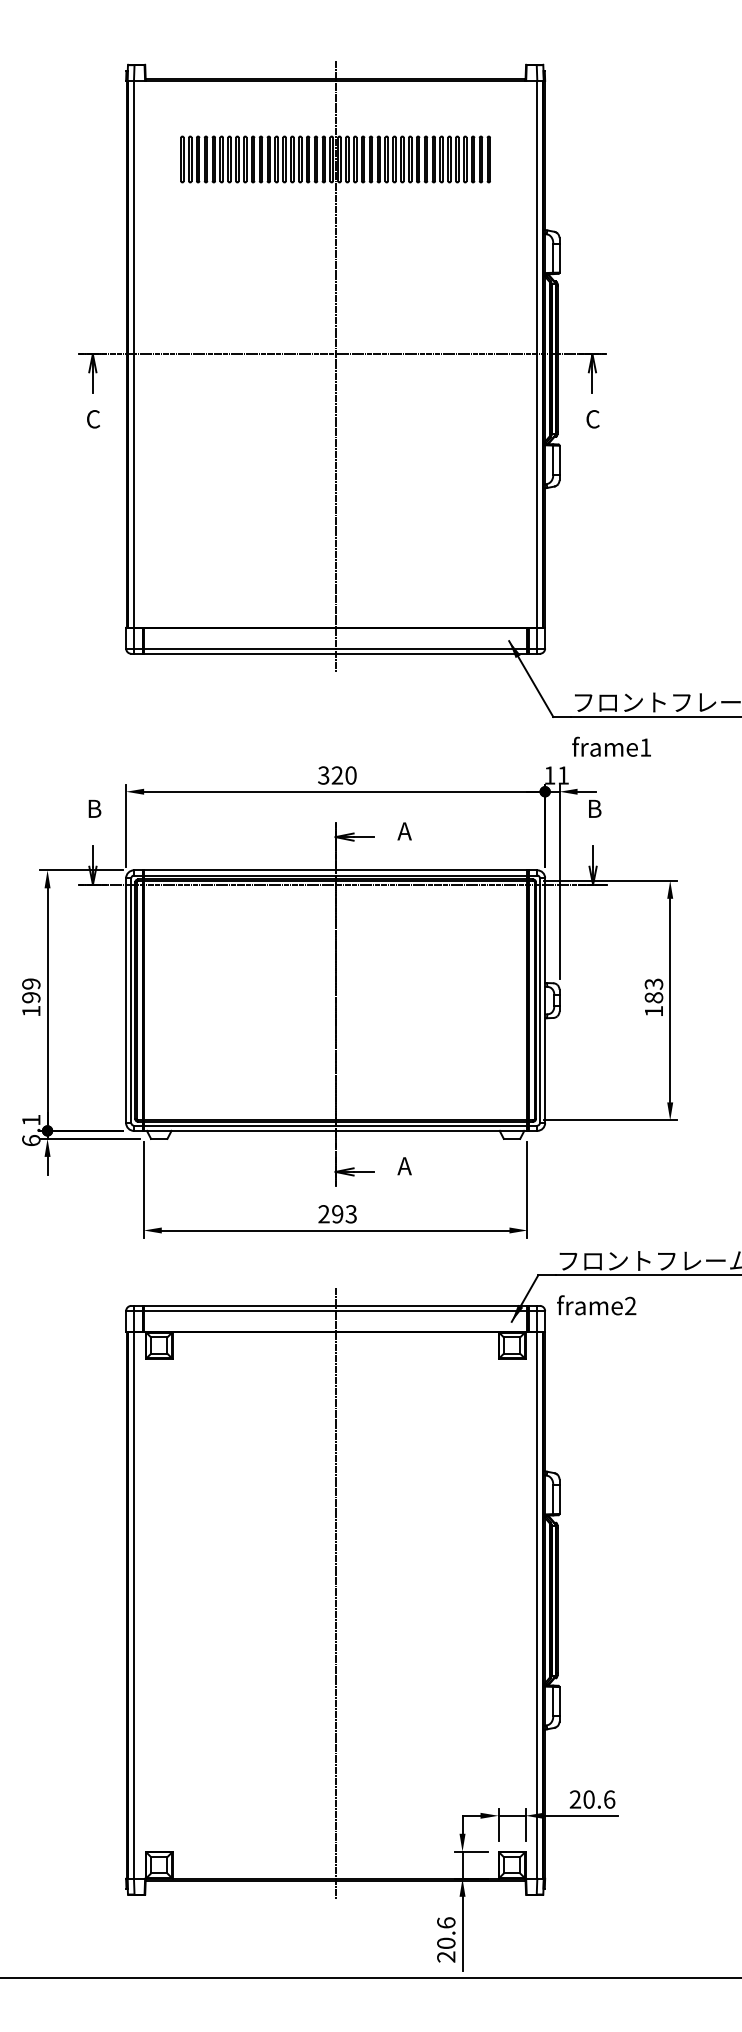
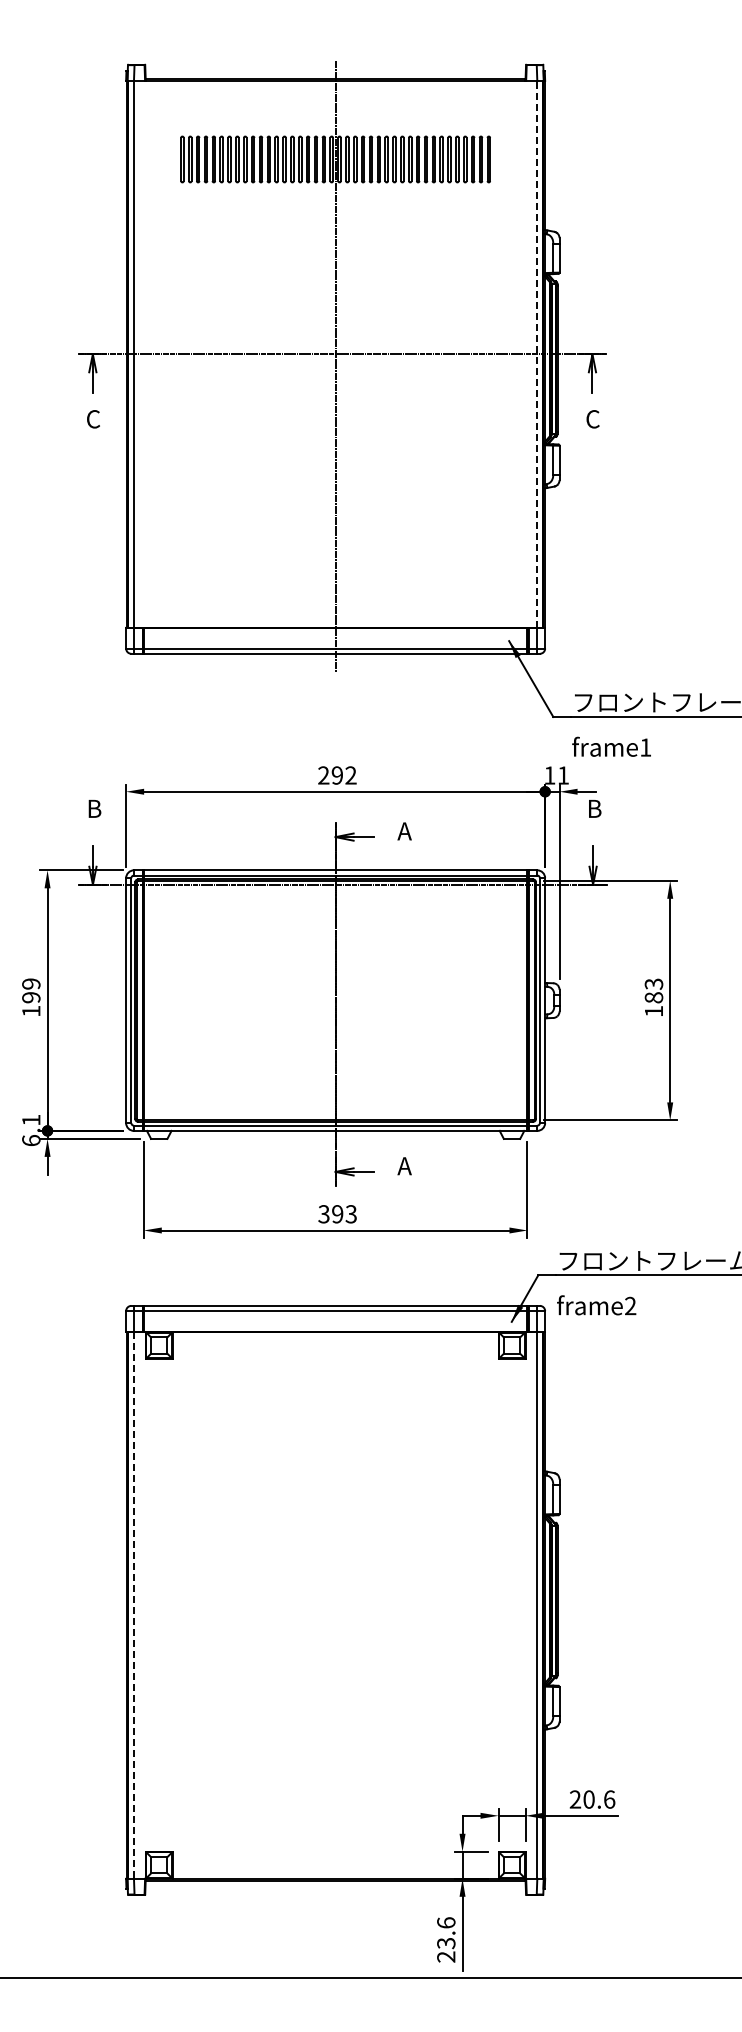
line at (536, 353): solid -> dashed
text at (337, 775): 320 -> 292
text at (323, 1214): 293 -> 393
line at (335, 1592): present -> none
line at (134, 1605): solid -> dashed
text at (446, 1943): 20.6 -> 23.6
